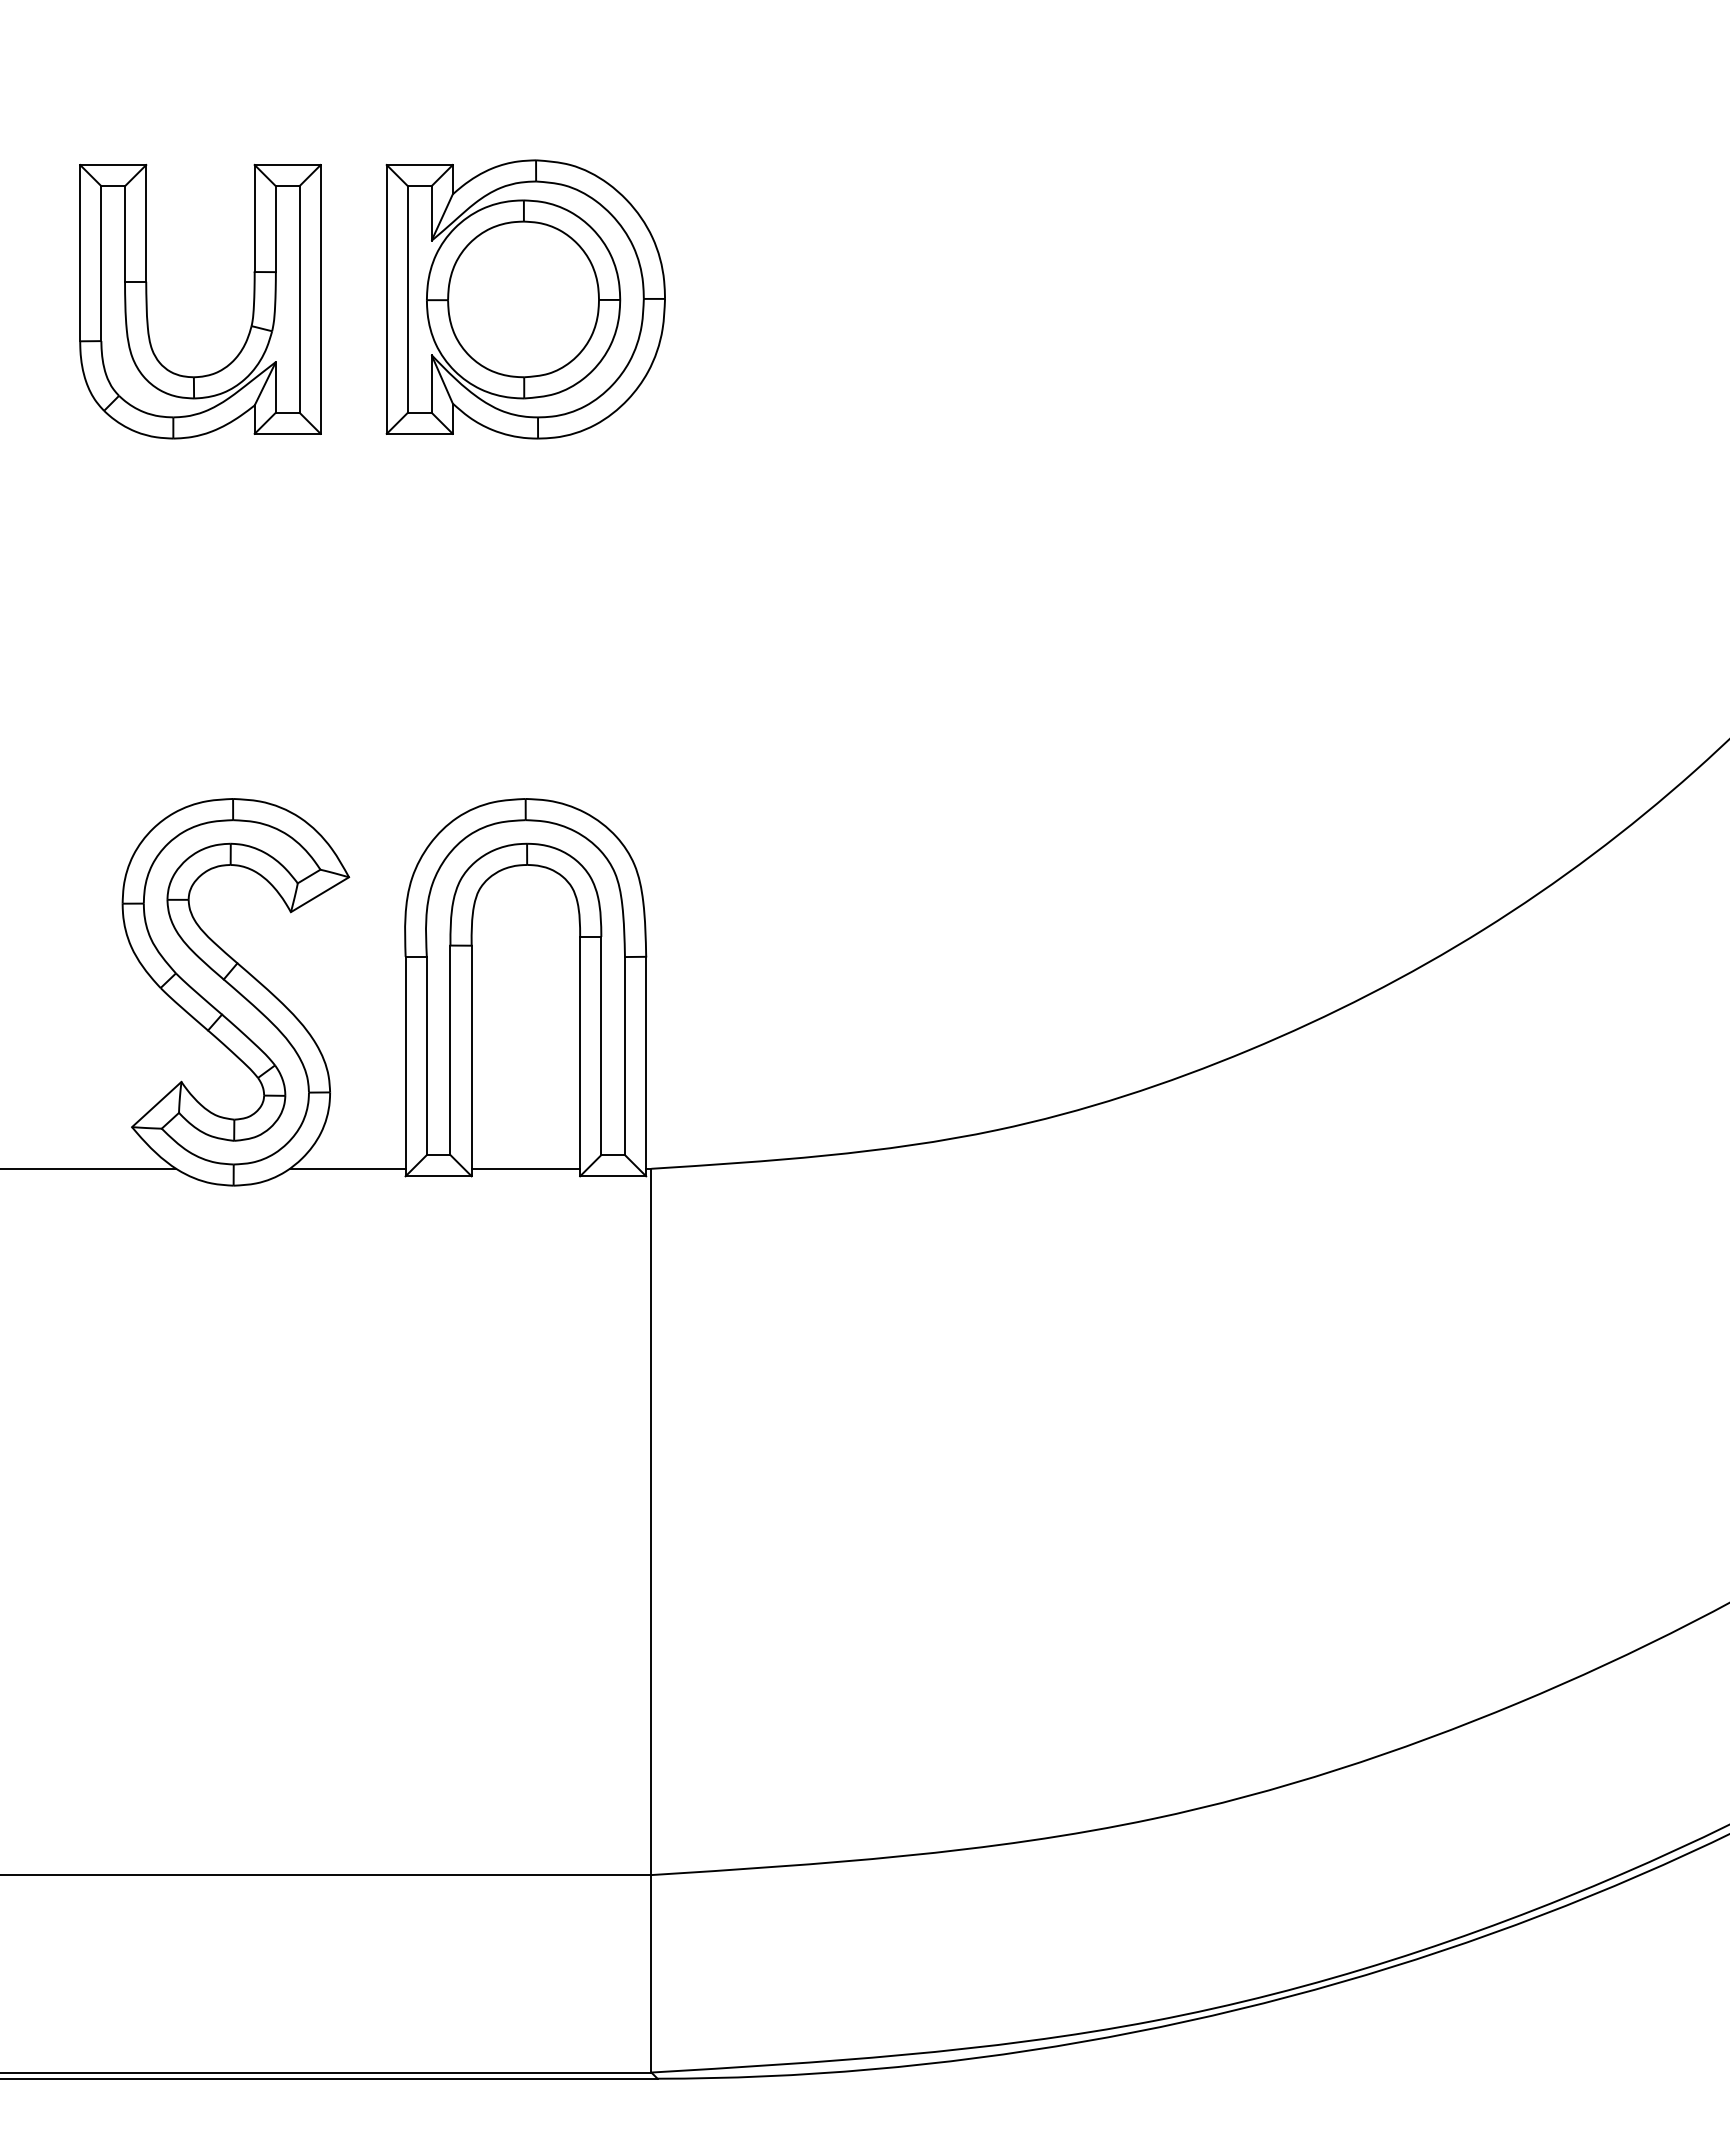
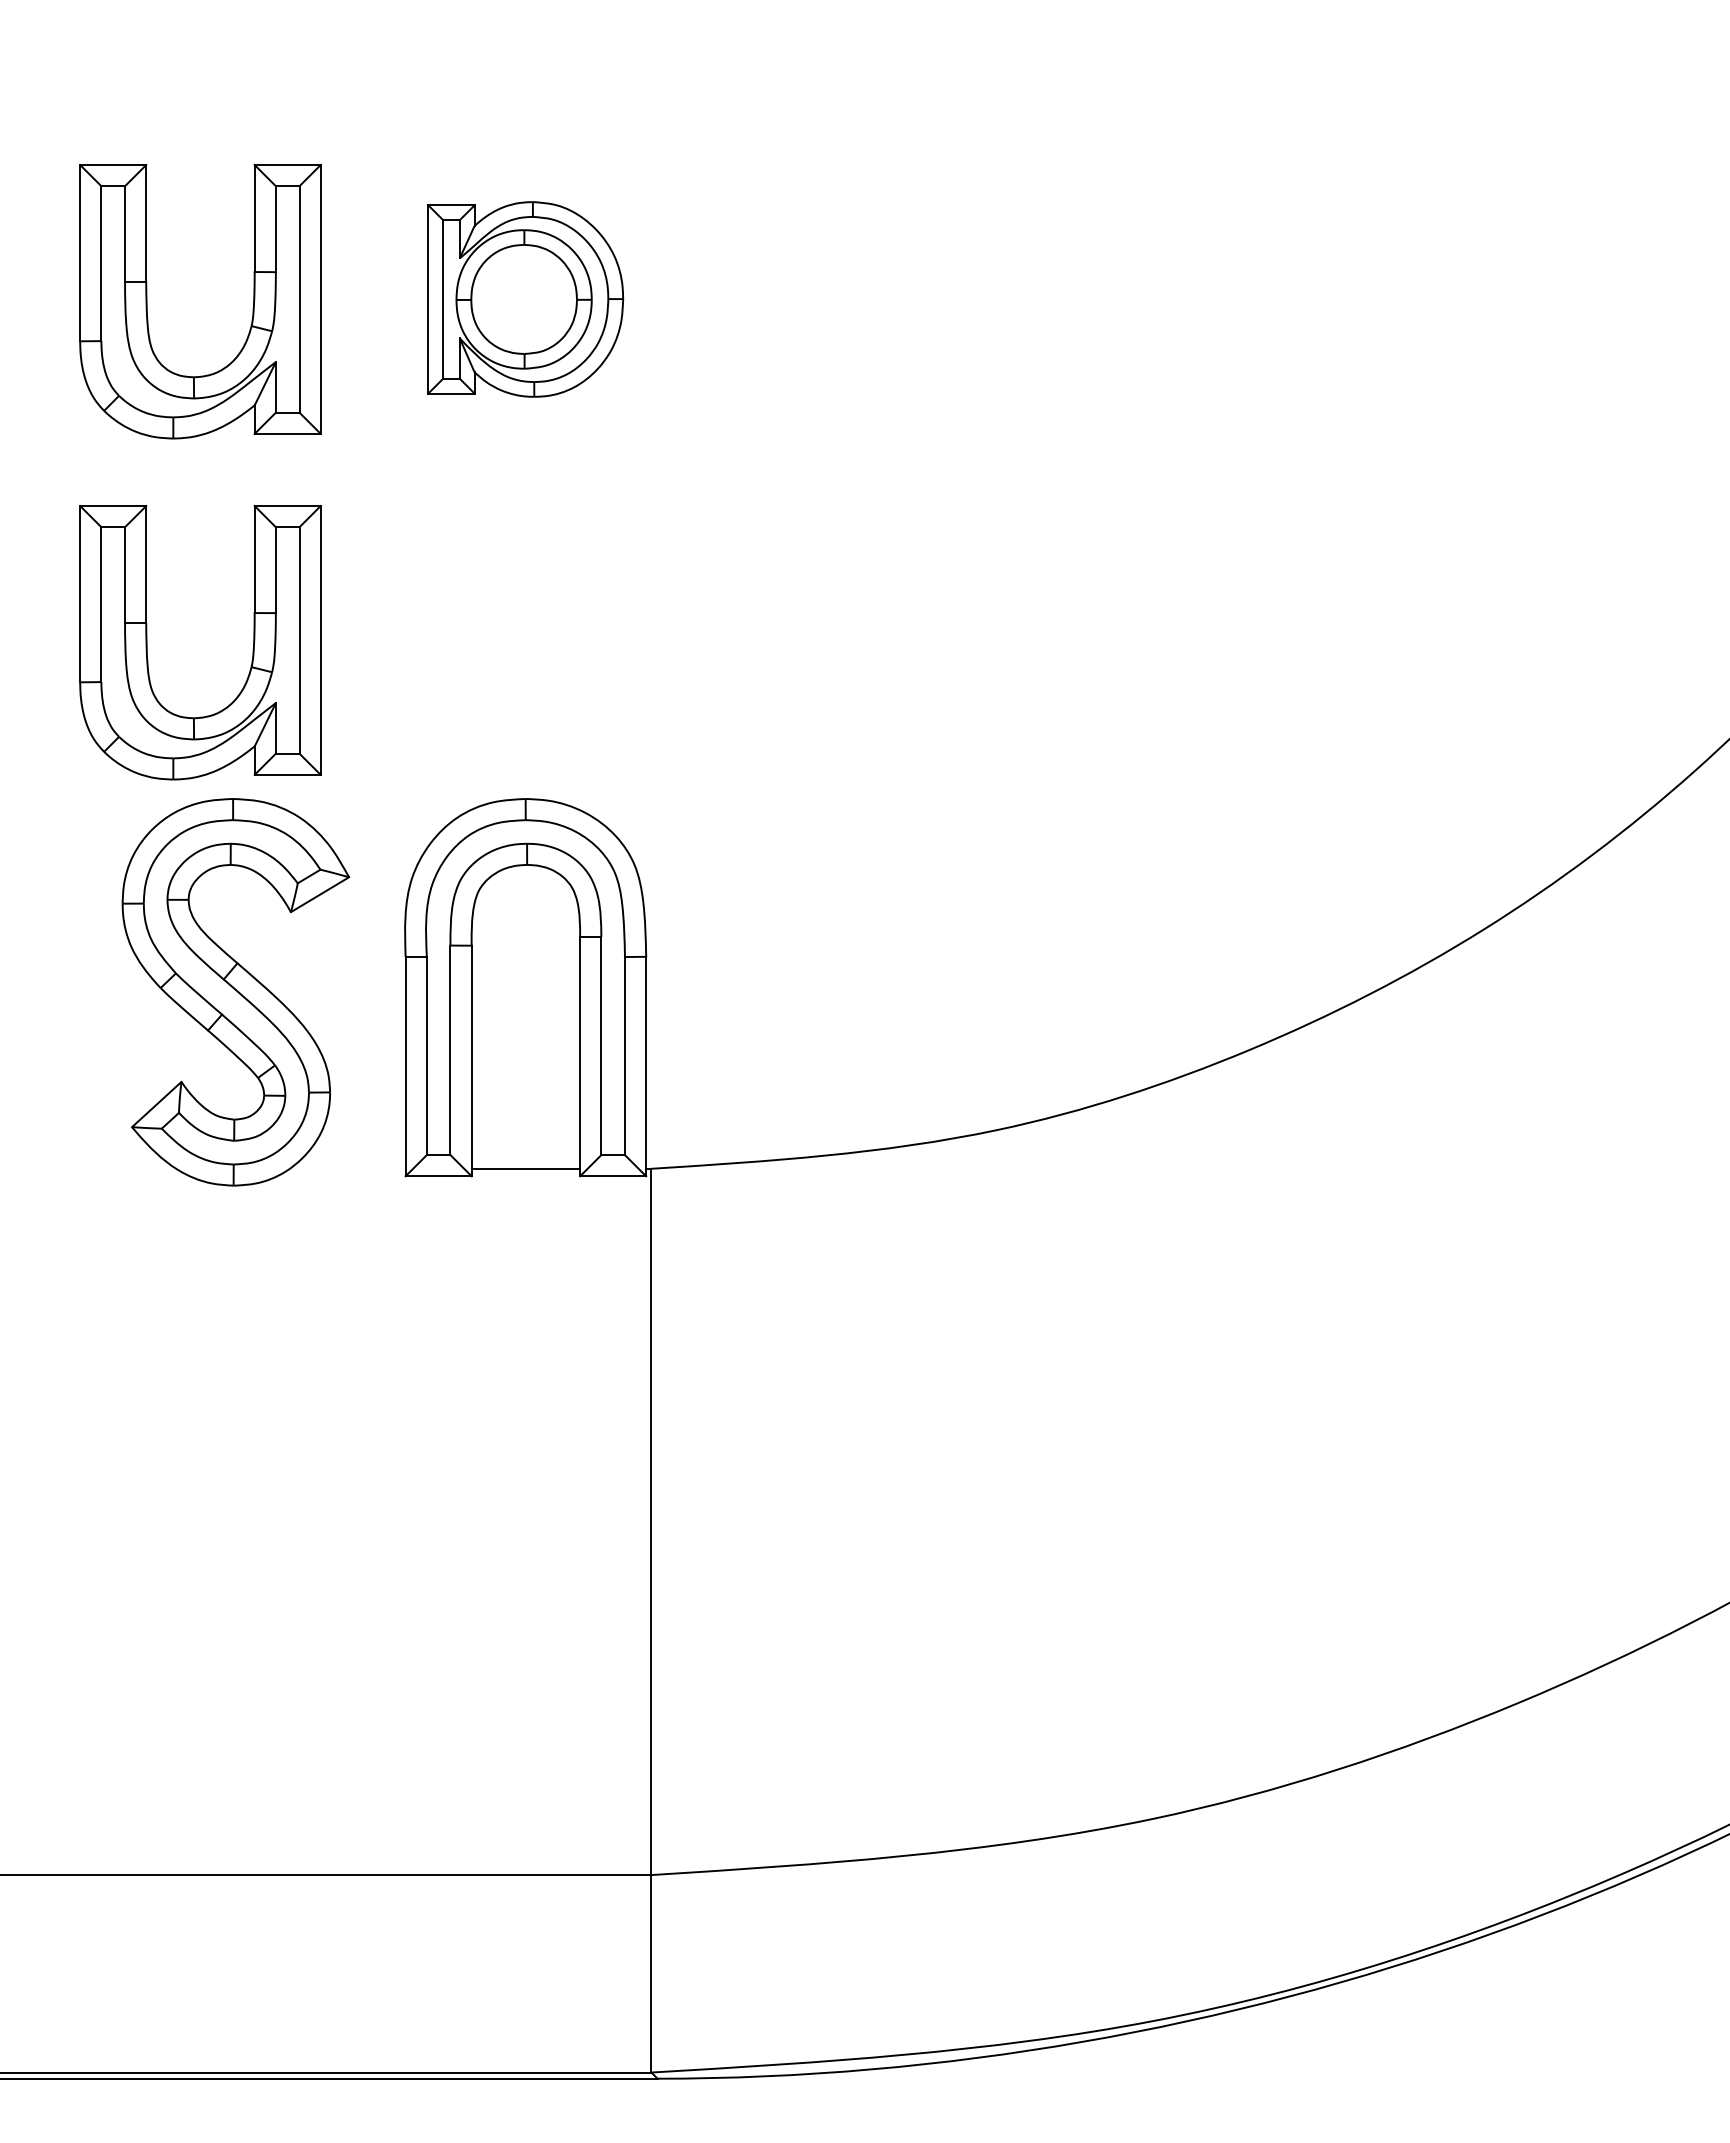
part at (525, 299) size: 281x281 px -> 198x197 px
part at (252, 649): none -> present
line at (89, 1168): present -> none
line at (347, 1168): present -> none
